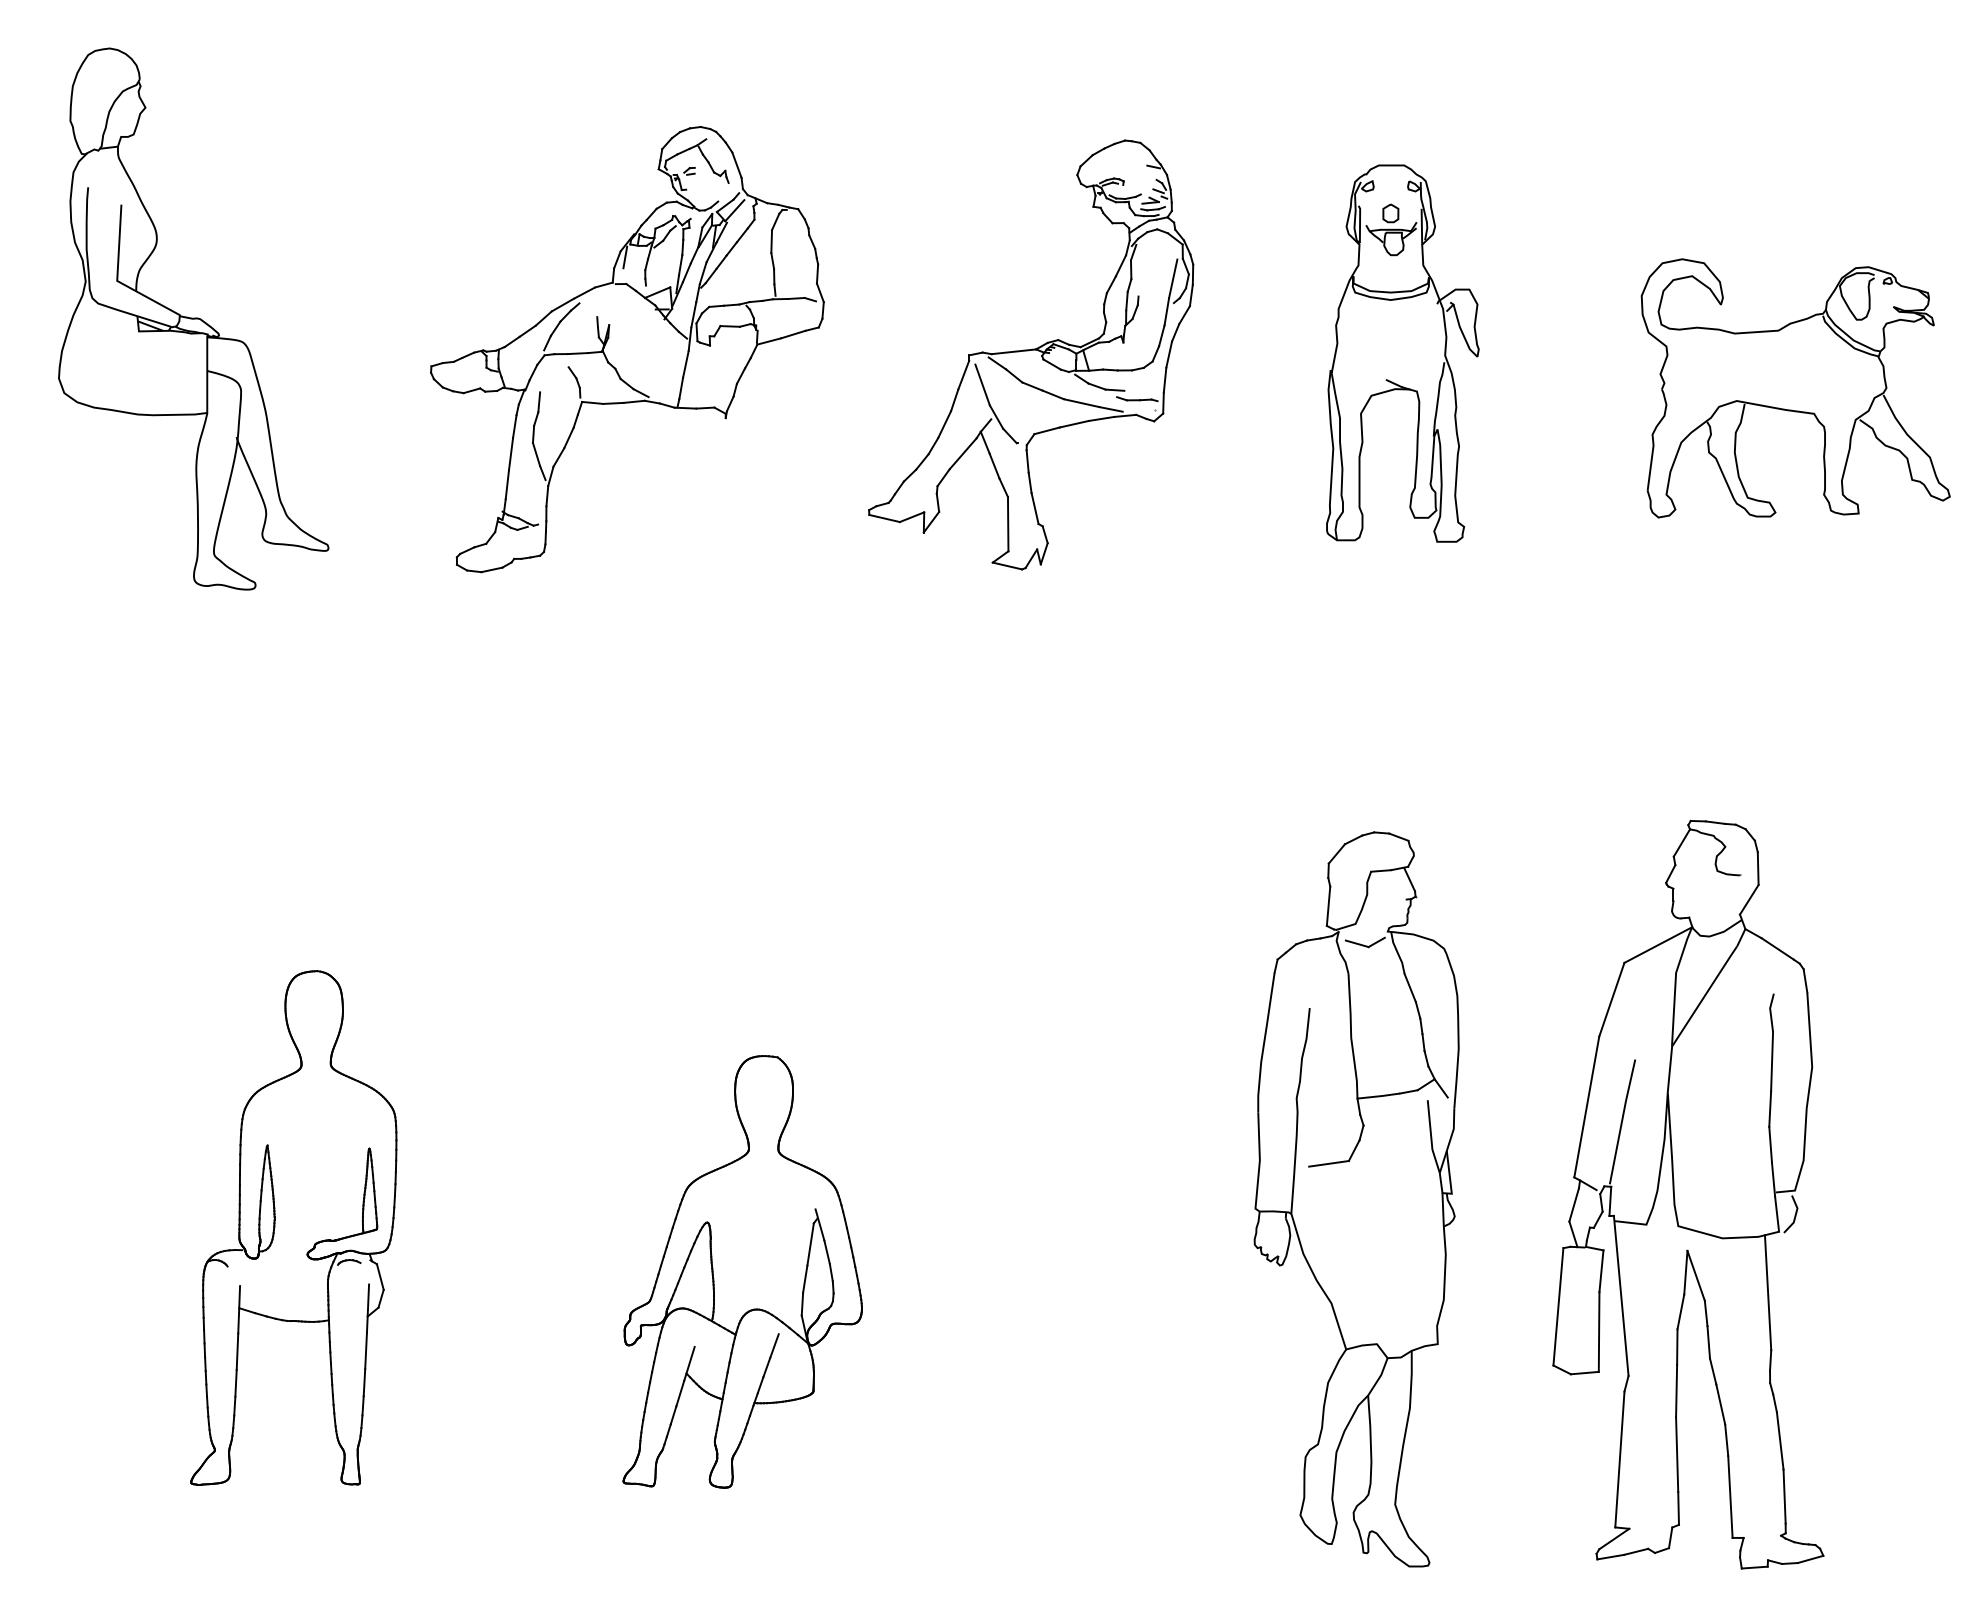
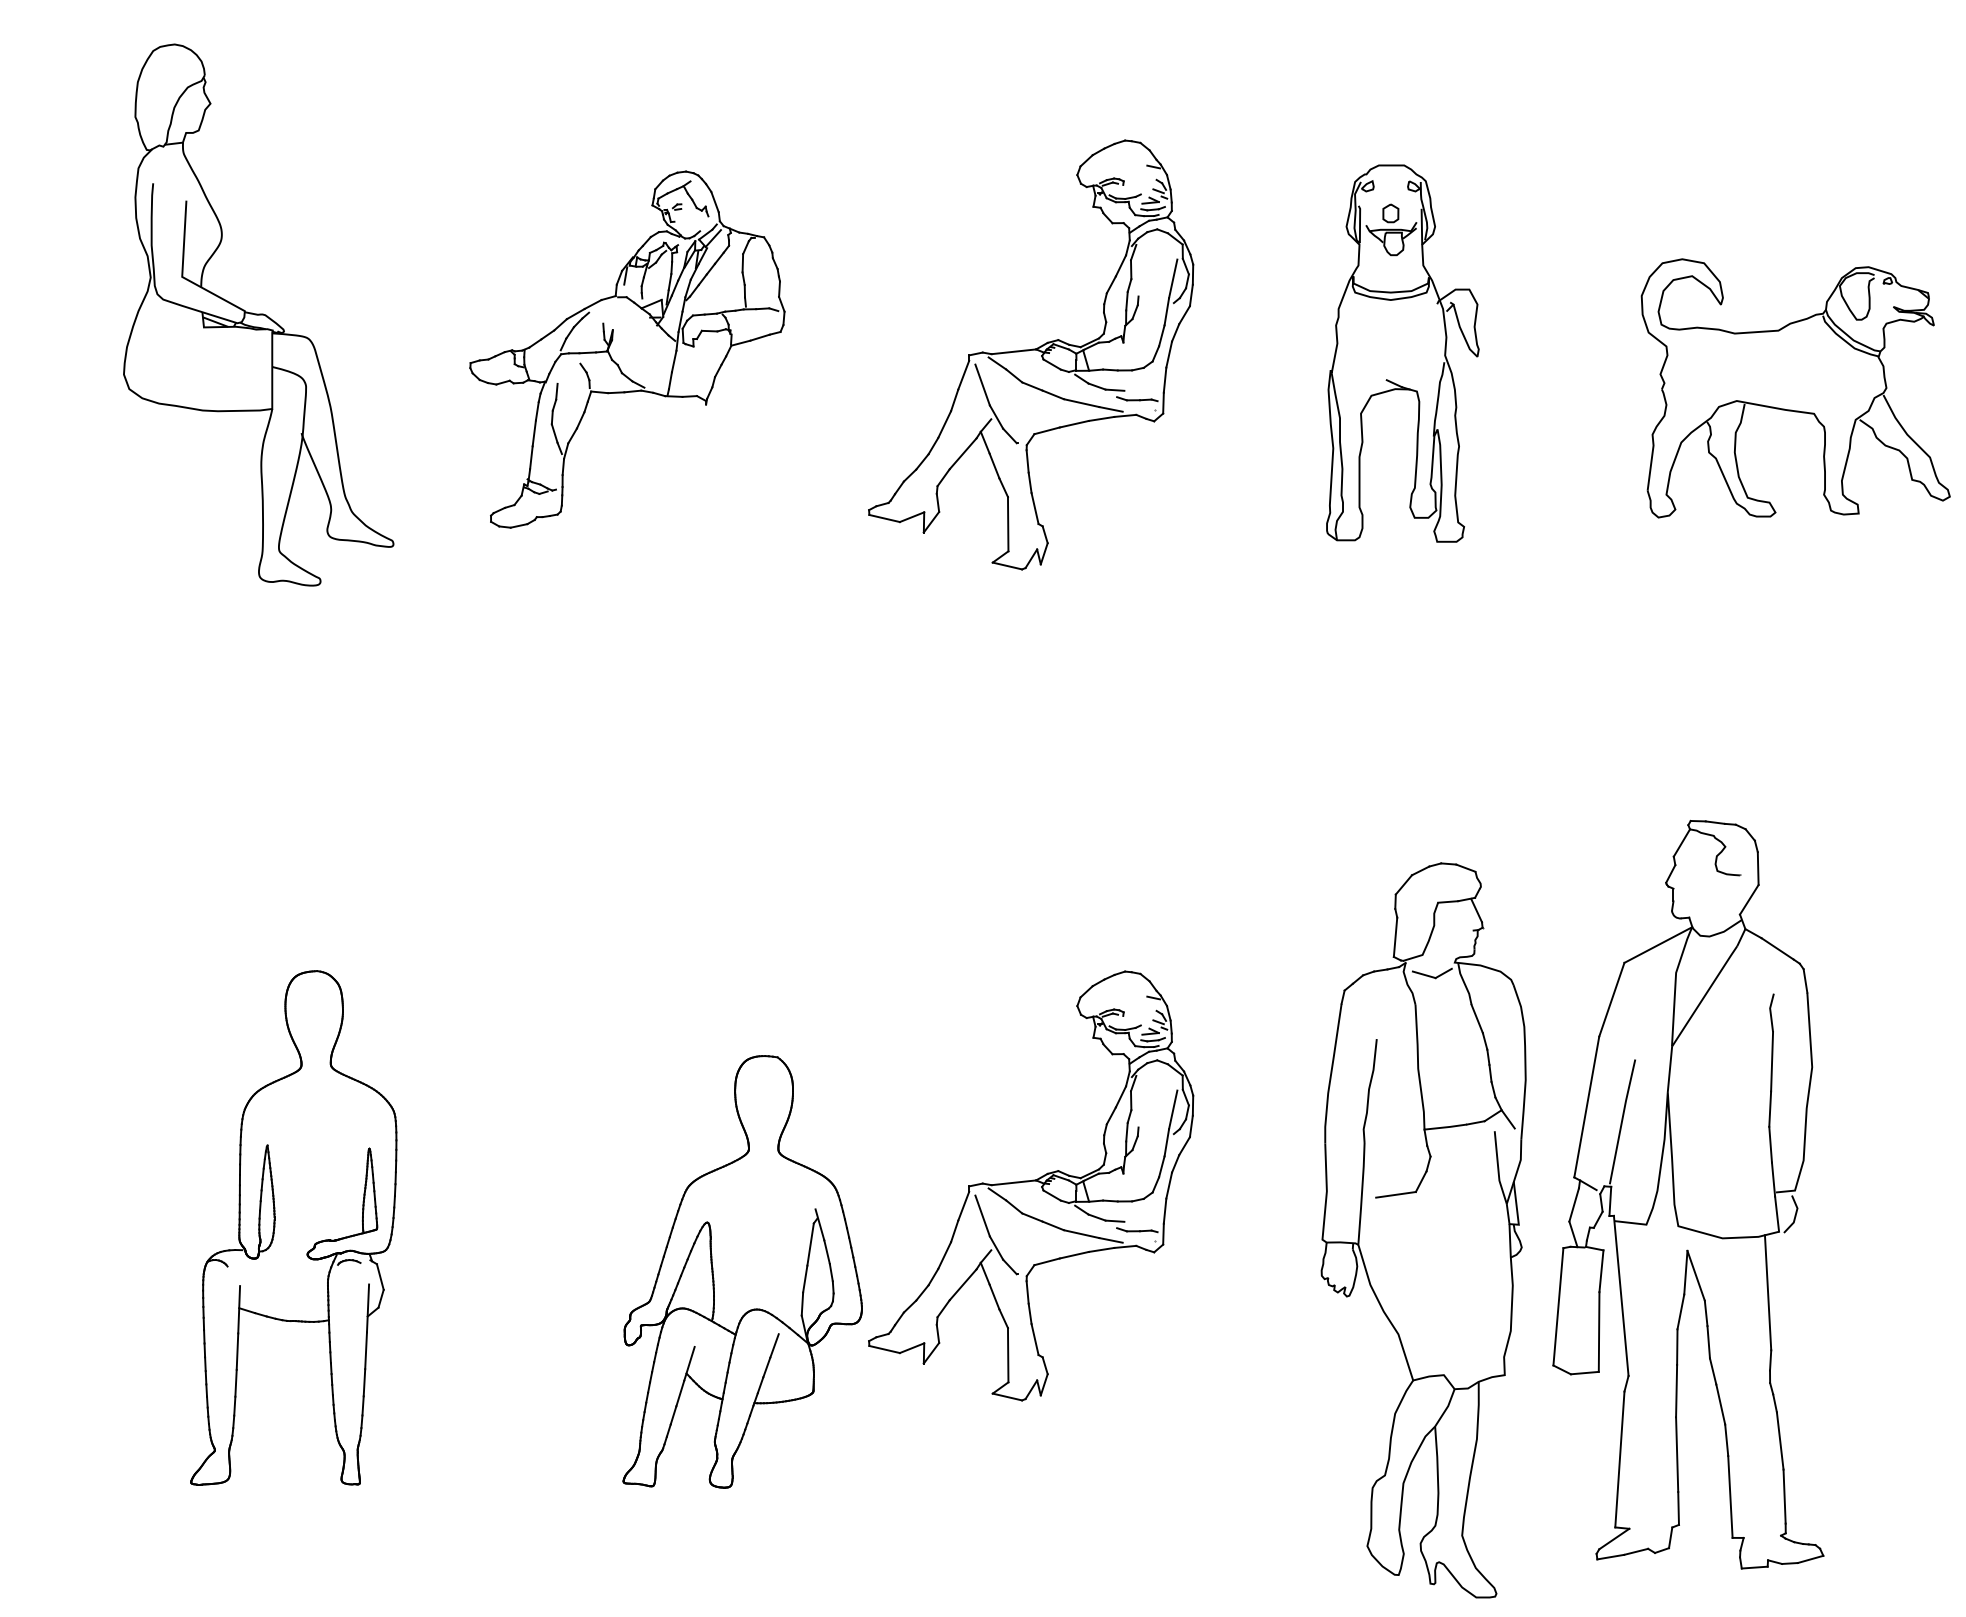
part at (193, 318) position: (193, 318) -> (258, 314)
part at (627, 349) size: 395x448 px -> 317x359 px
part at (1031, 1185): none -> present
part at (1356, 1199) position: (1356, 1199) -> (1423, 1230)
